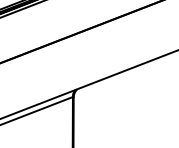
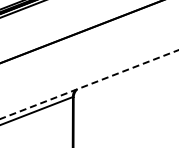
line at (89, 84): solid -> dashed
